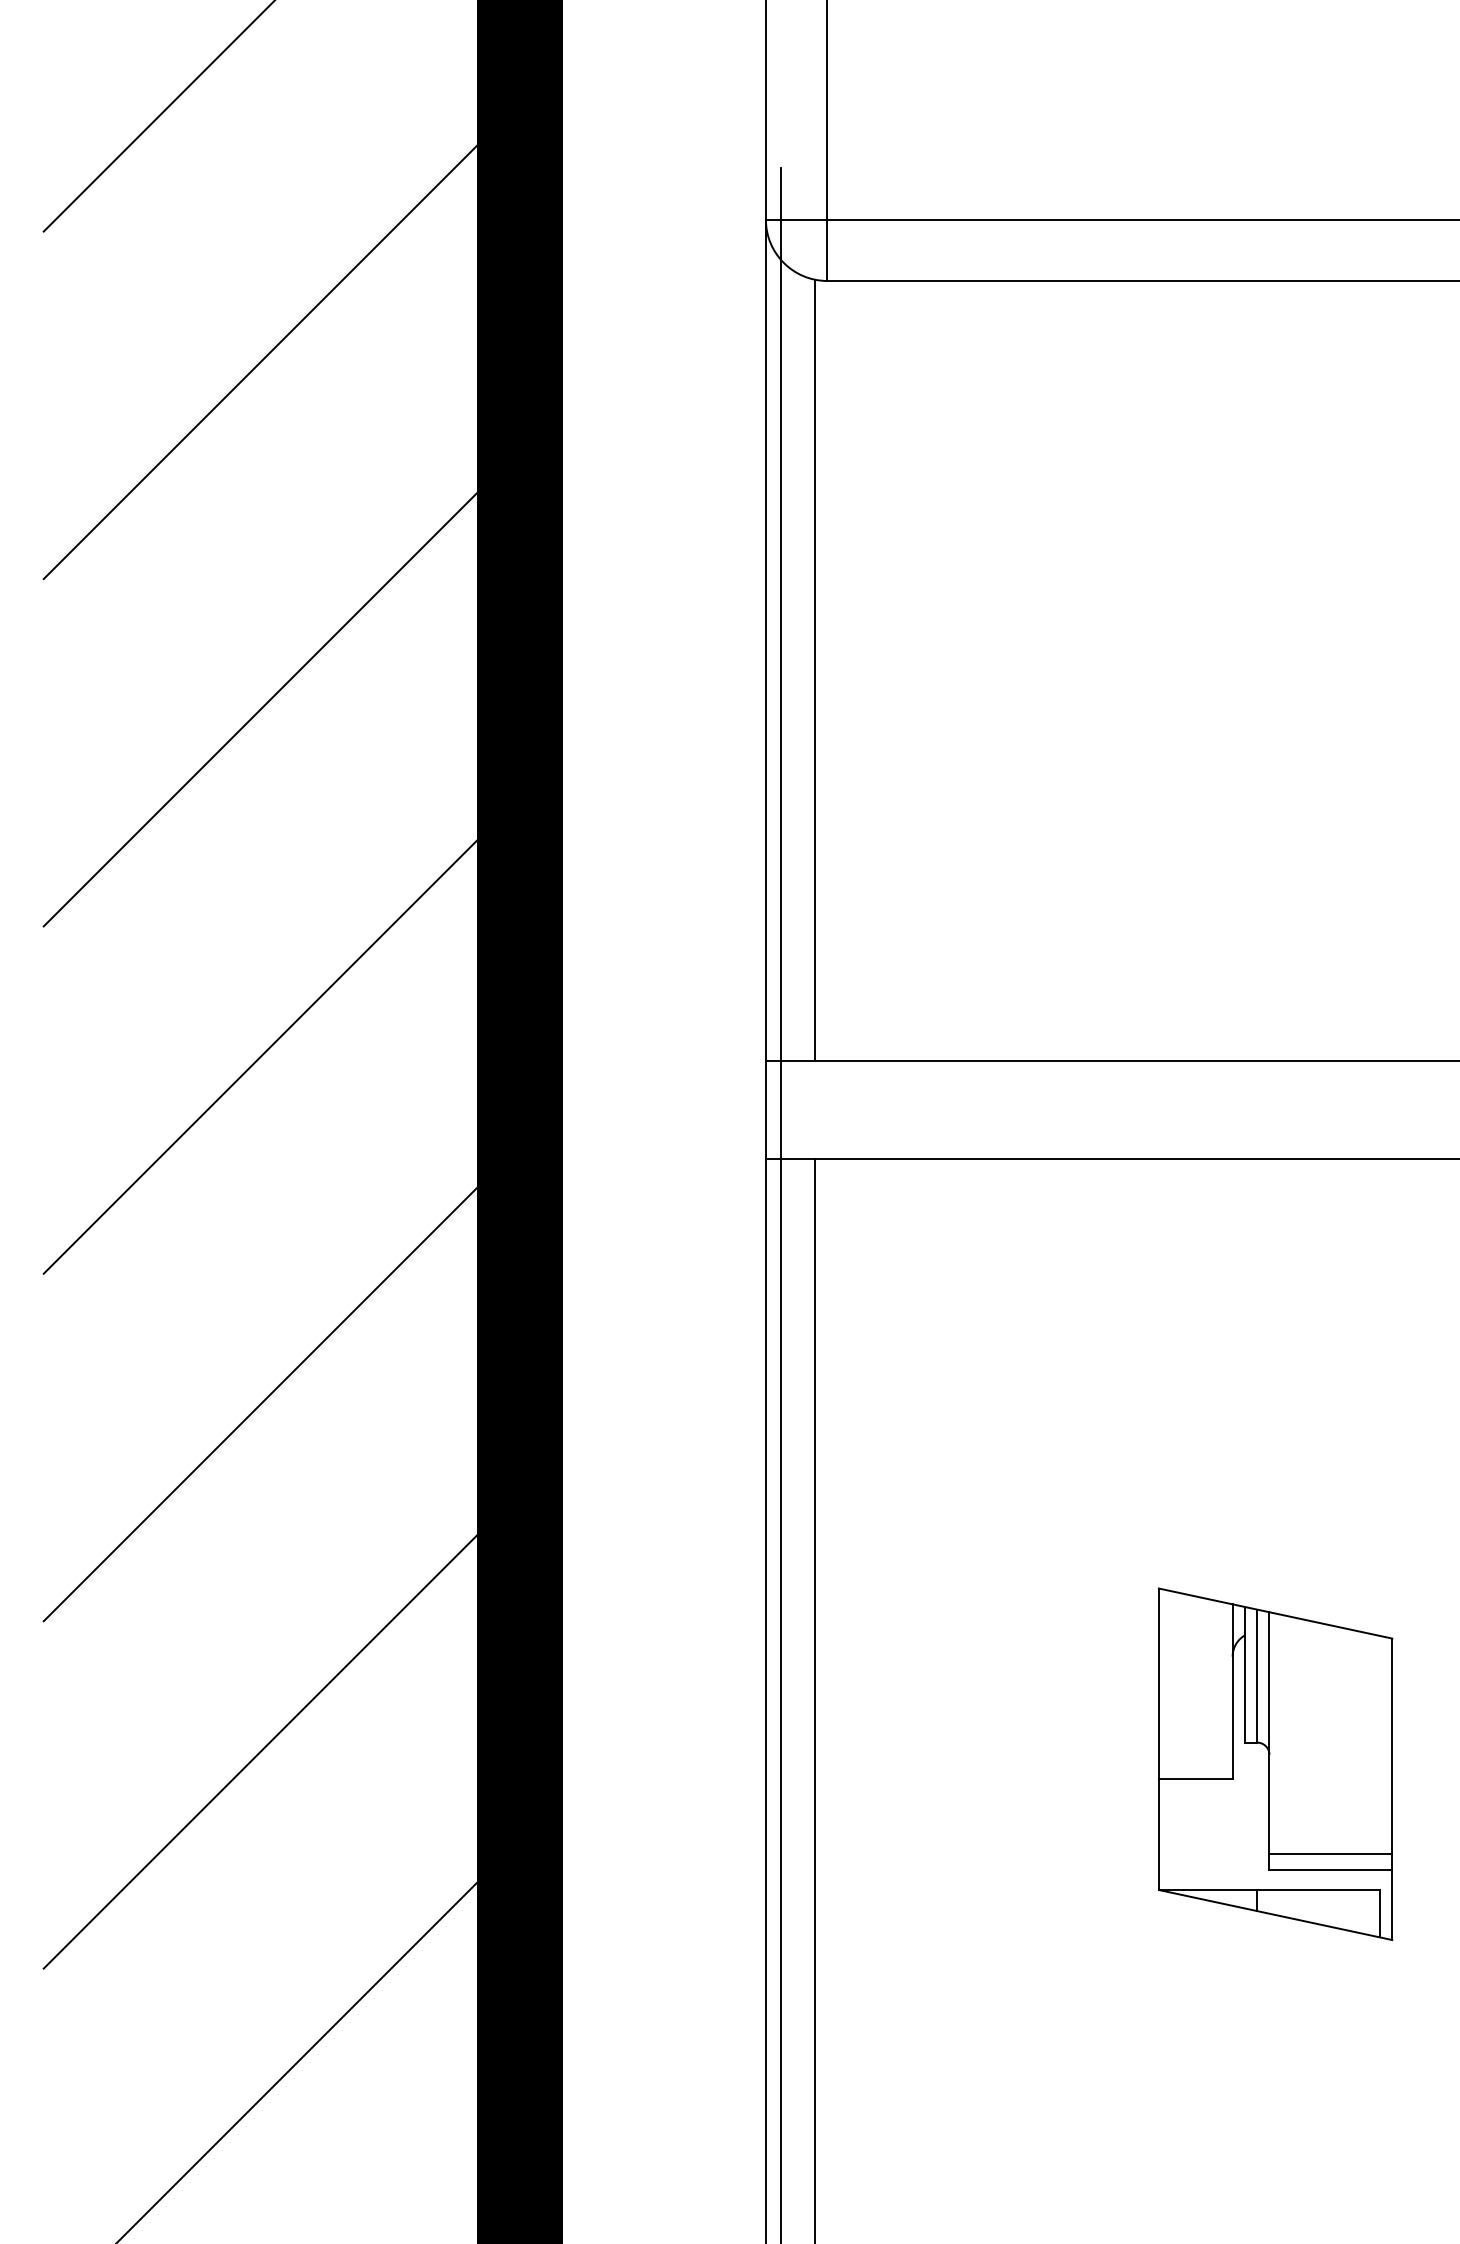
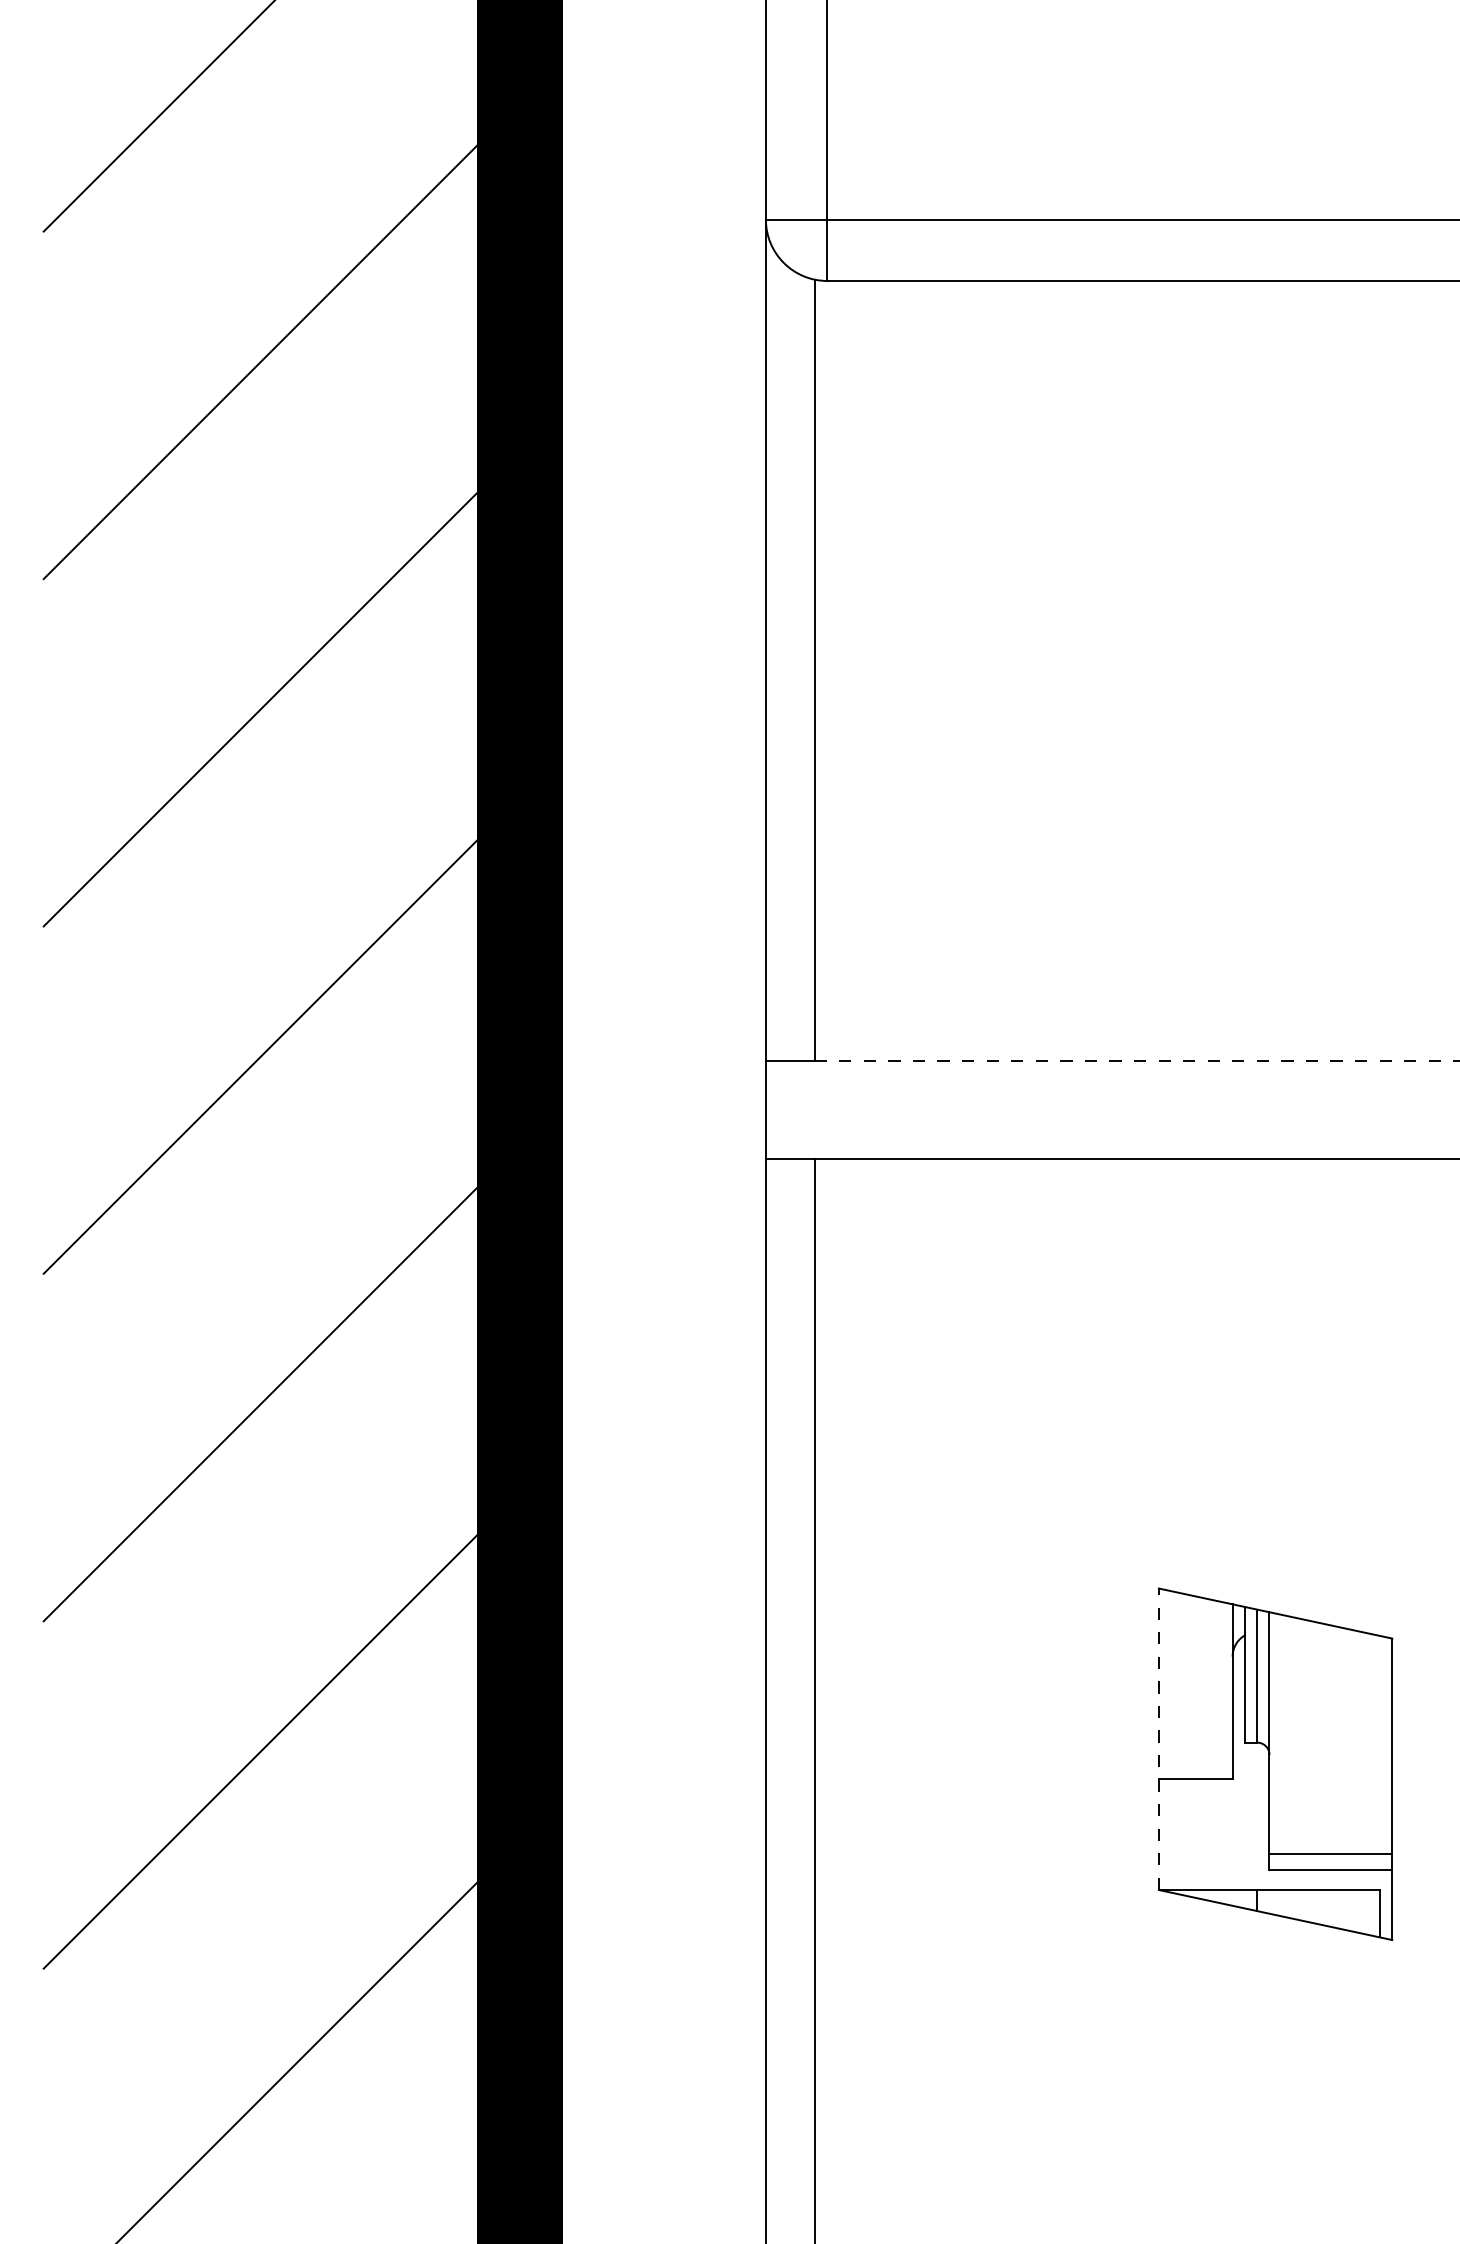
line at (1137, 1060): solid -> dashed
line at (780, 1203): present -> none
line at (1158, 1739): solid -> dashed
